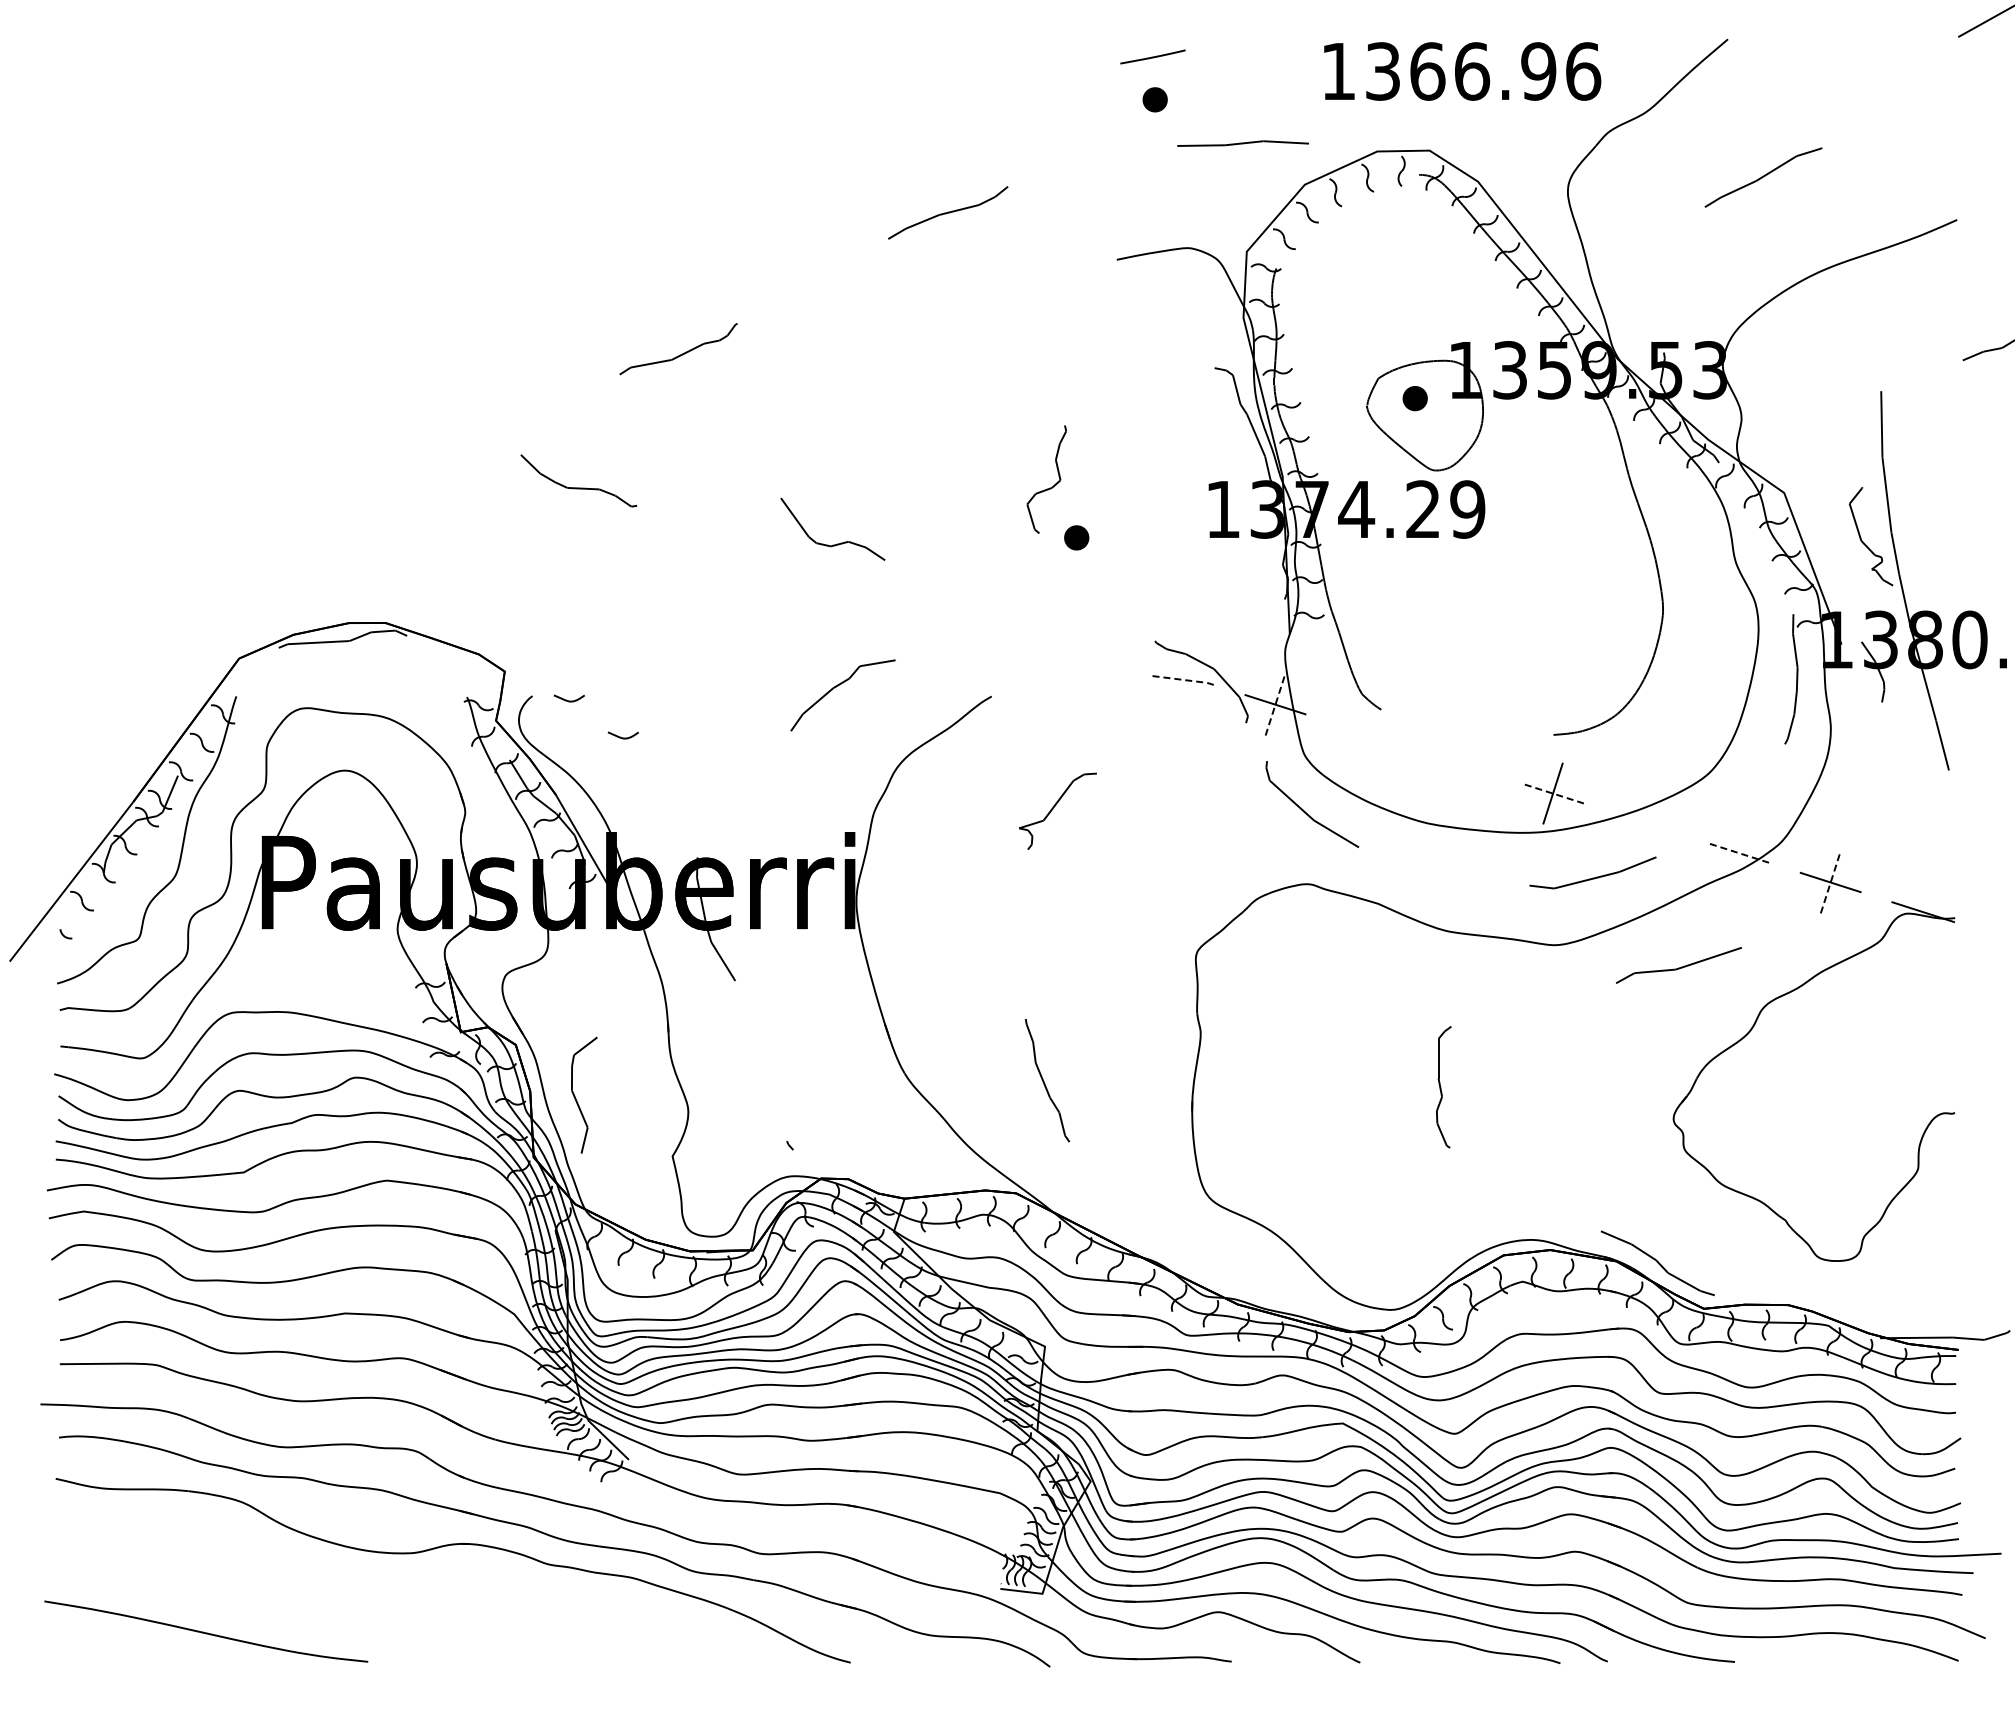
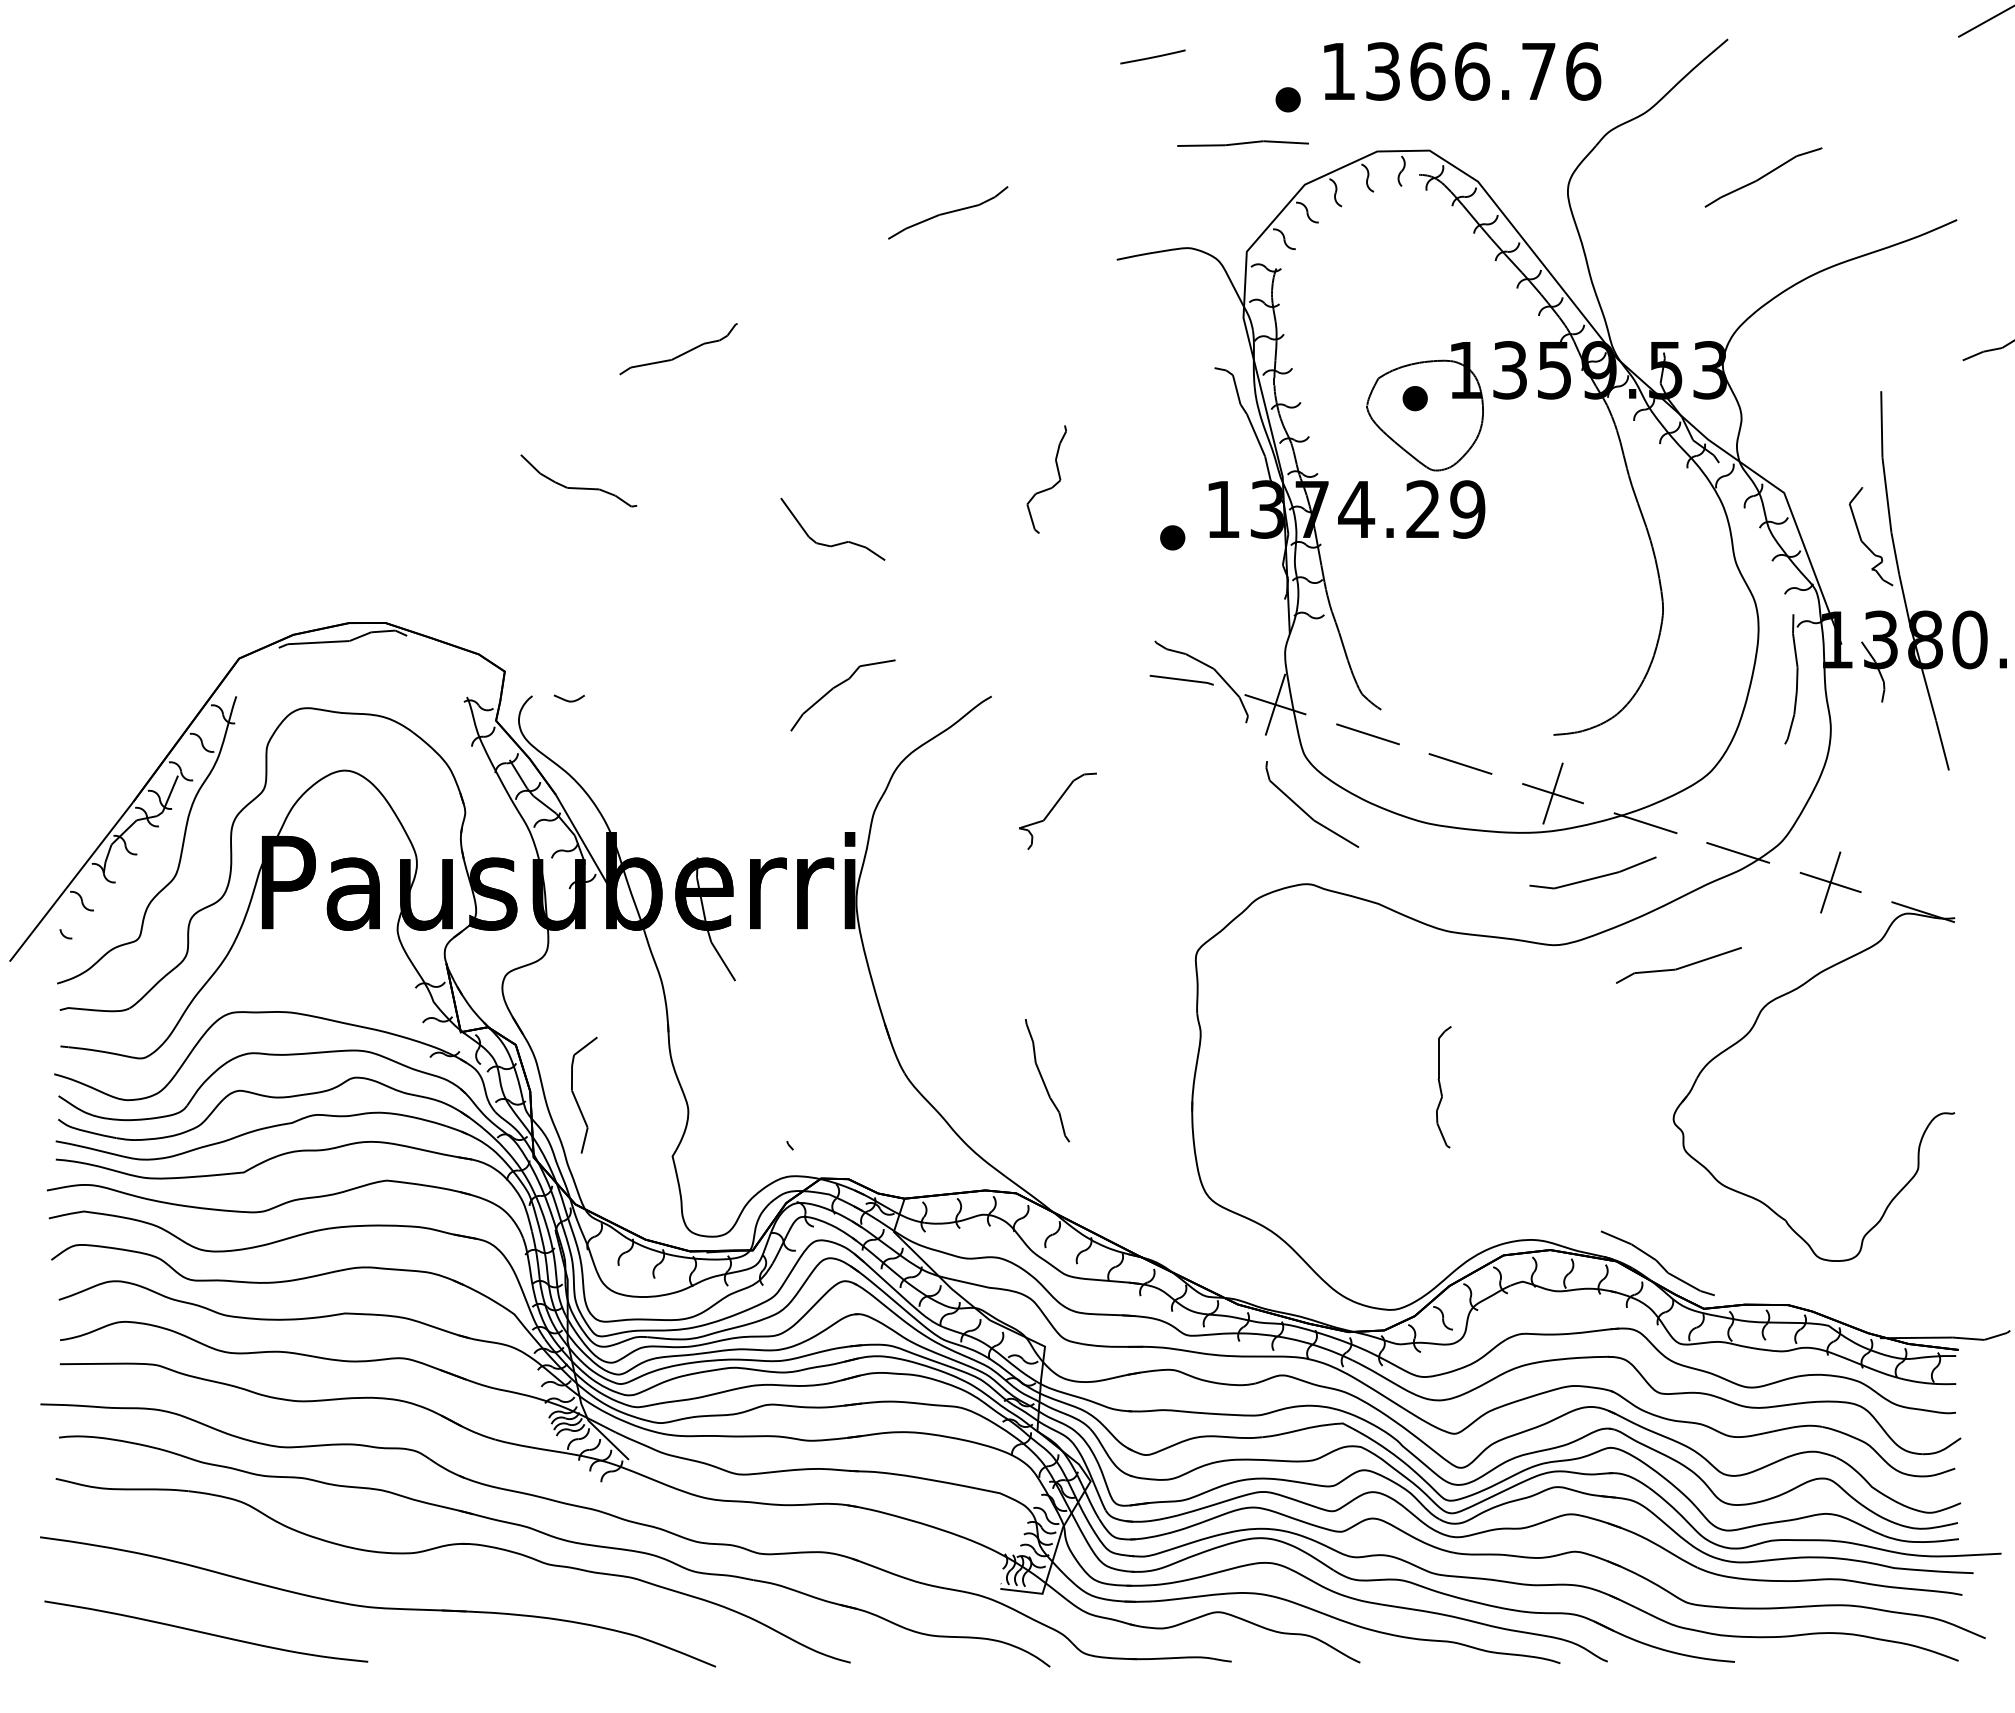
text at (1538, 71): 1366.96 -> 1366.76
part at (1154, 99) position: (1154, 99) -> (1287, 99)
part at (1076, 537) position: (1076, 537) -> (1172, 537)
line at (1181, 679): dashed -> solid
line at (1275, 704): dashed -> solid
line at (1367, 734): none -> present
curve at (622, 737): present -> none
line at (1460, 763): none -> present
line at (1553, 793): dashed -> solid
line at (1645, 823): none -> present
line at (1737, 852): dashed -> solid
line at (1830, 882): dashed -> solid
part at (378, 1601): none -> present
